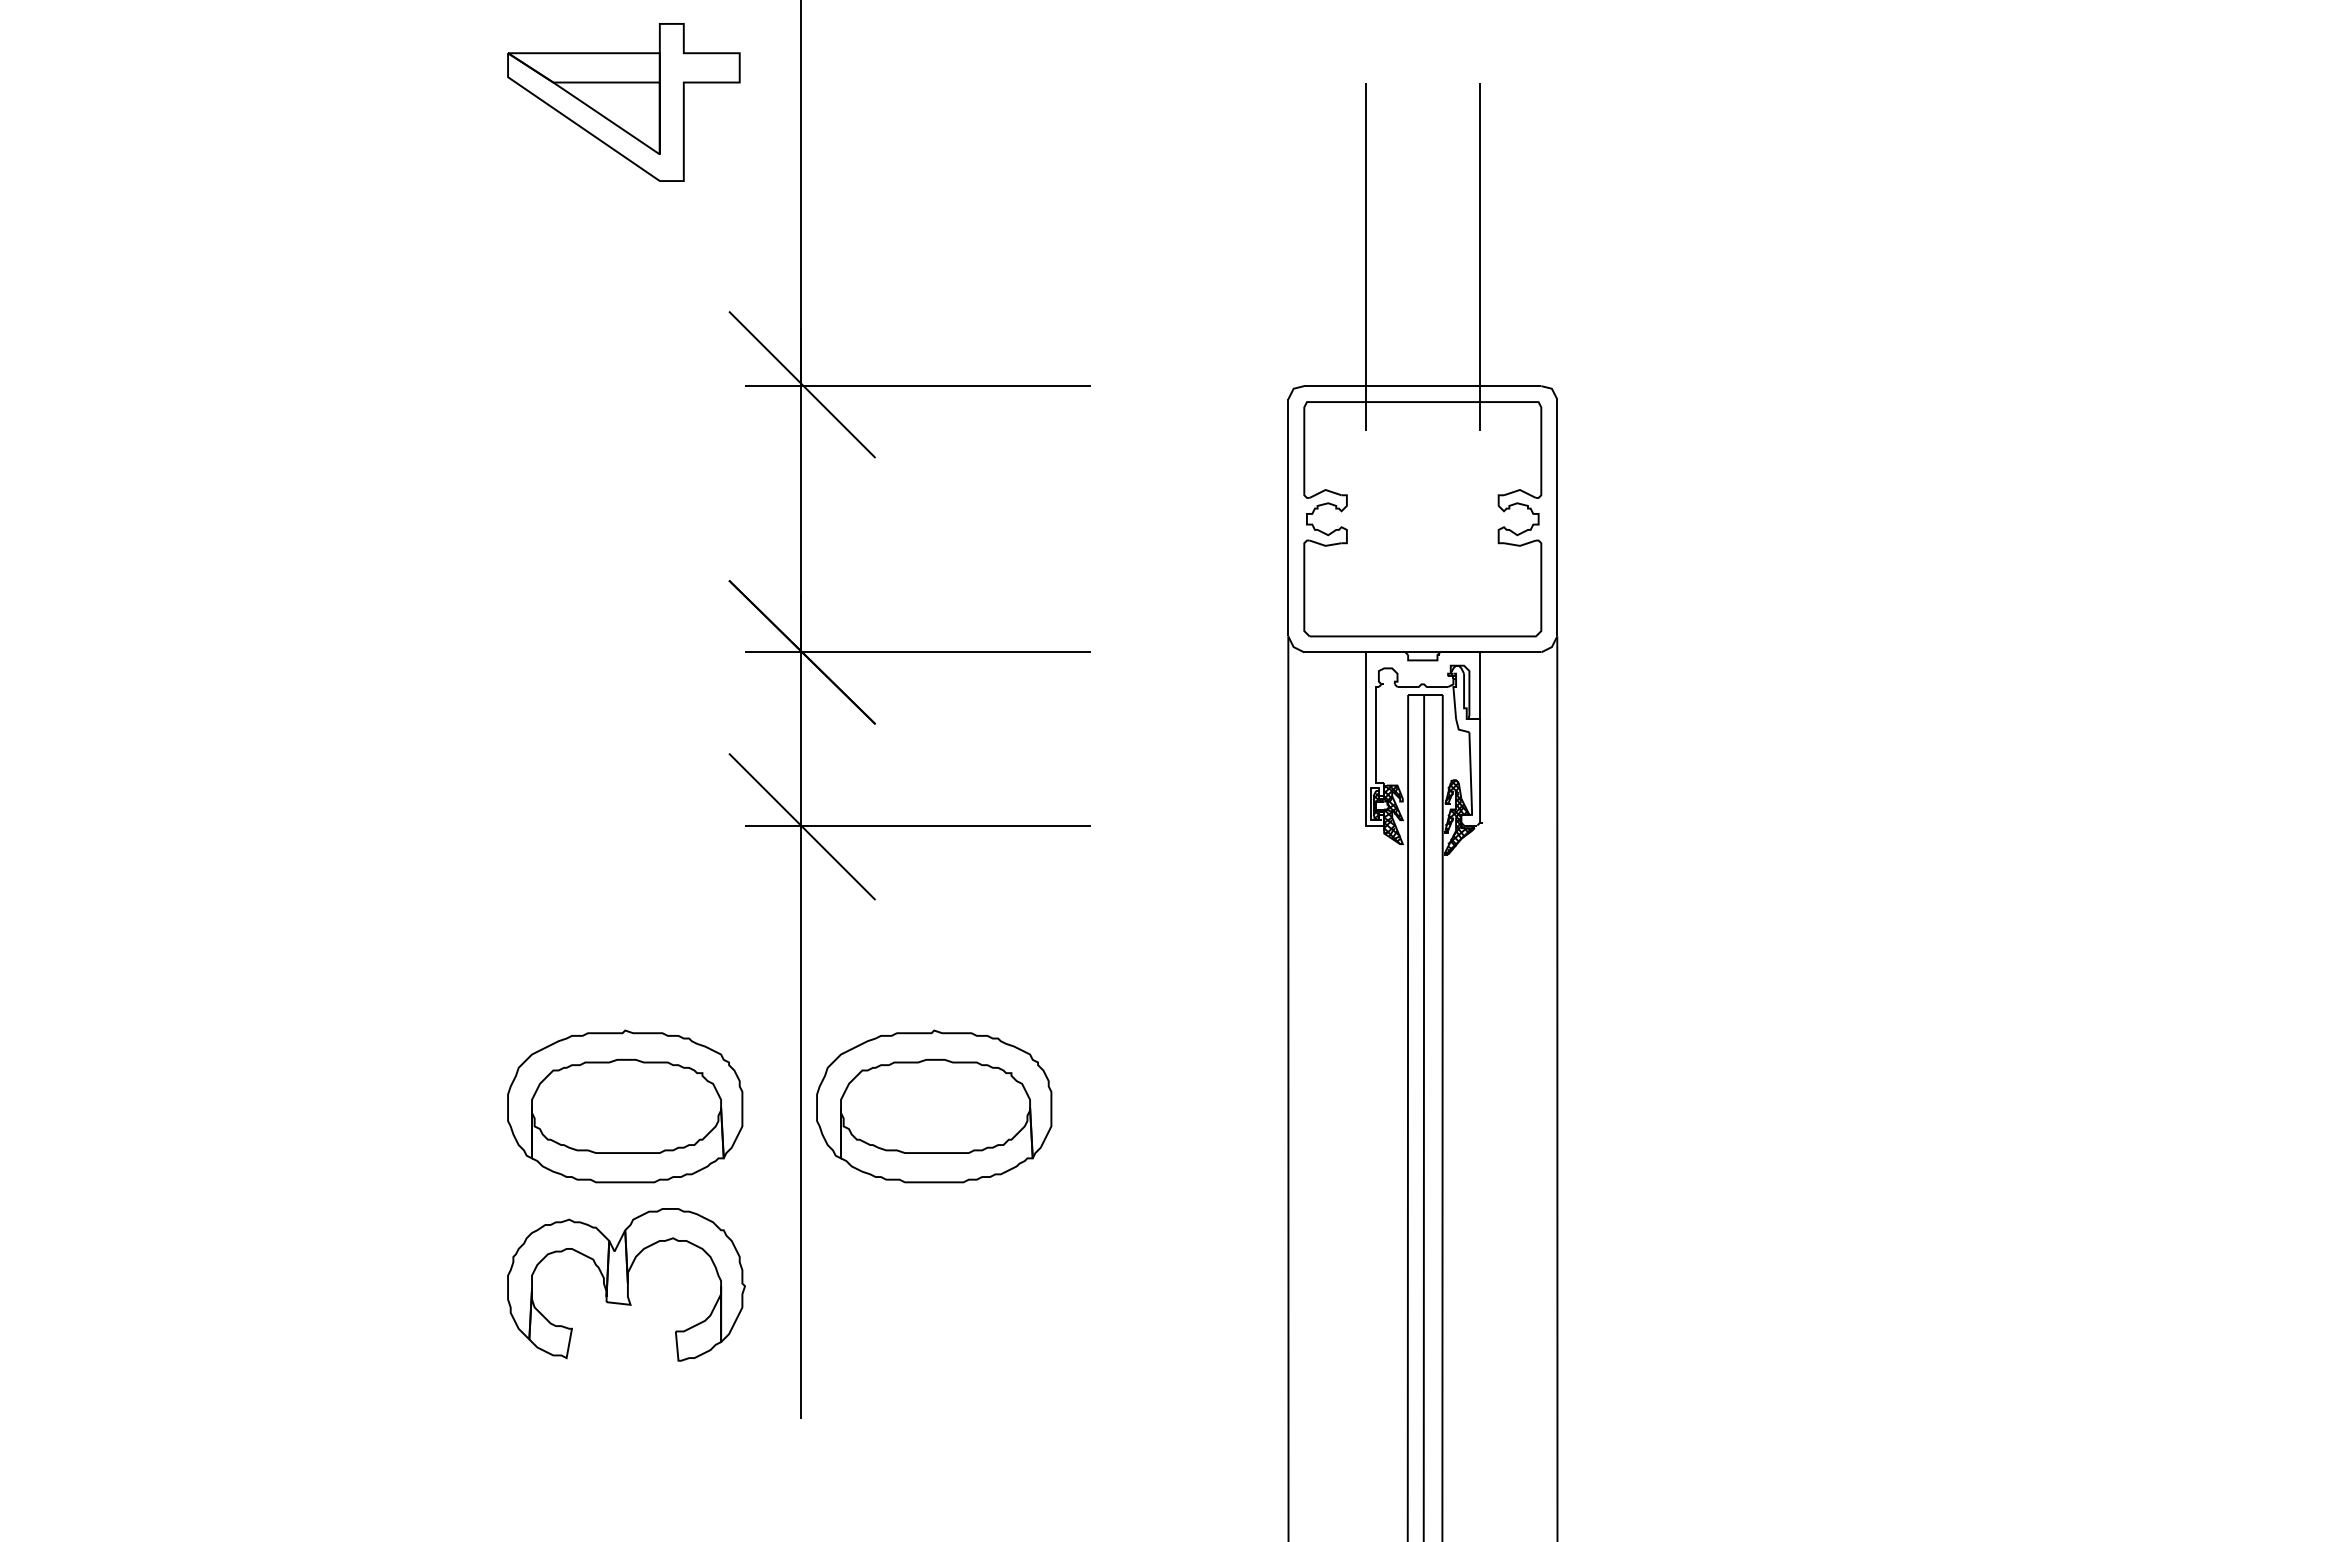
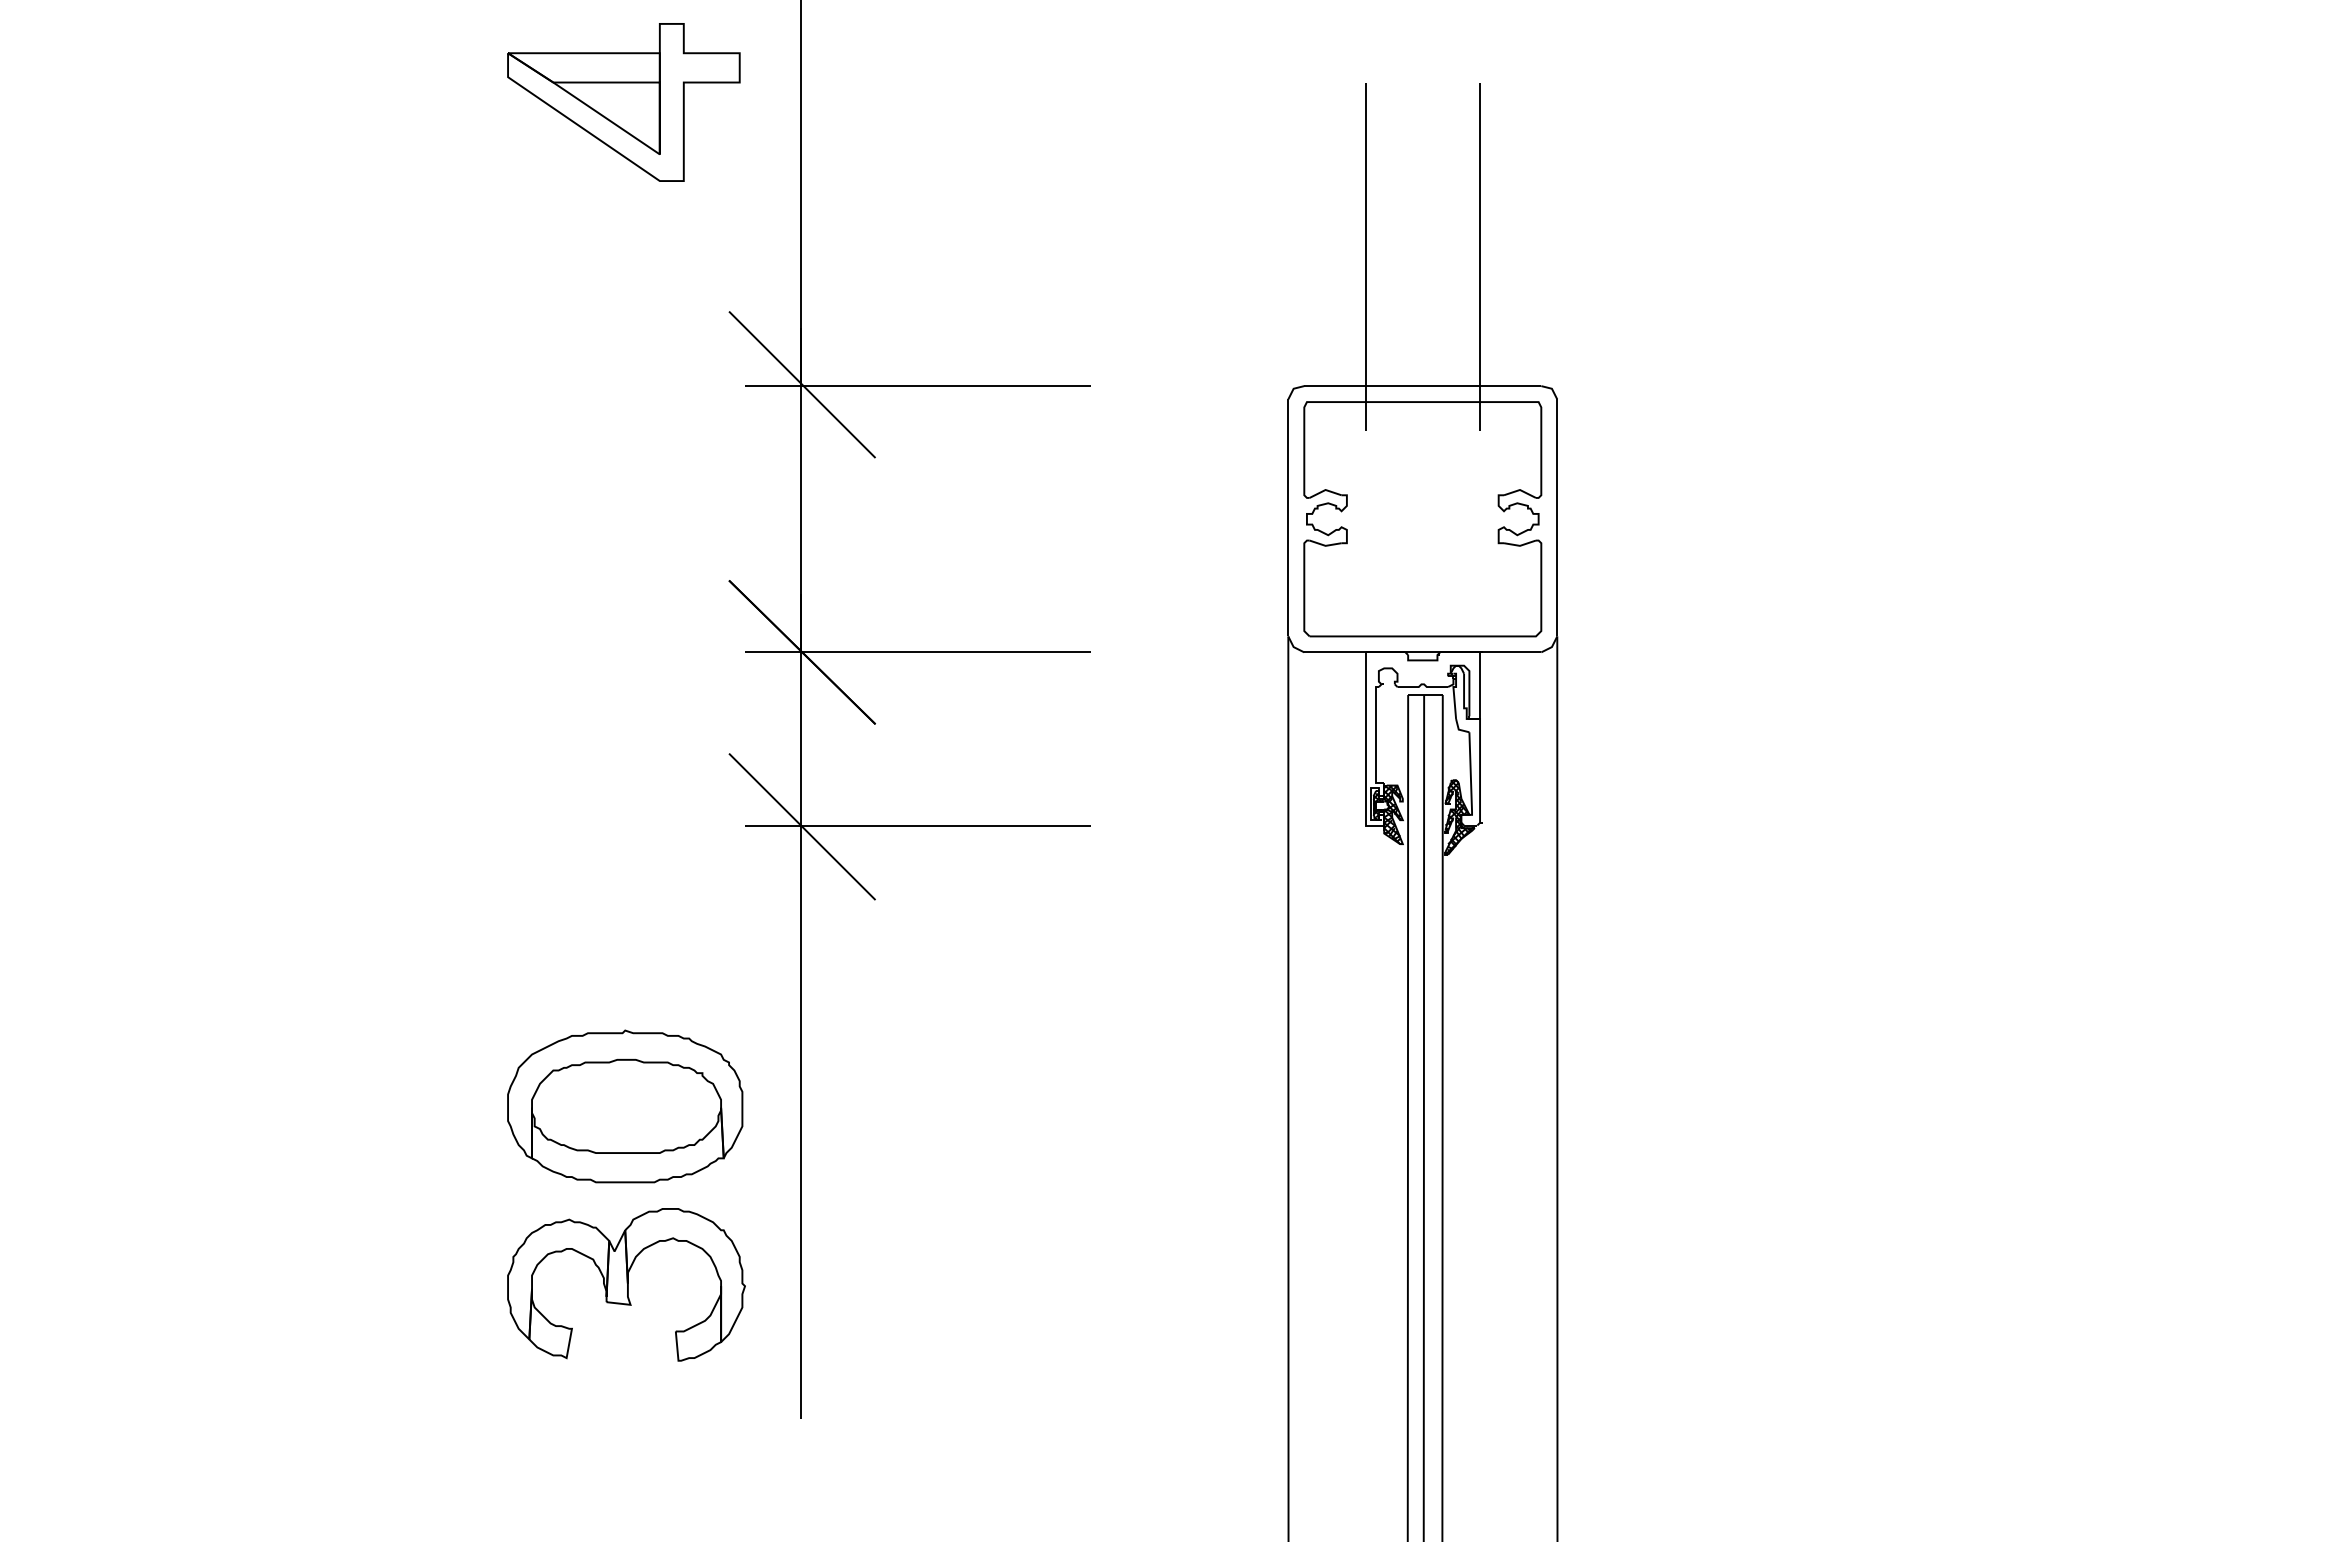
part at (934, 1106): present -> none
